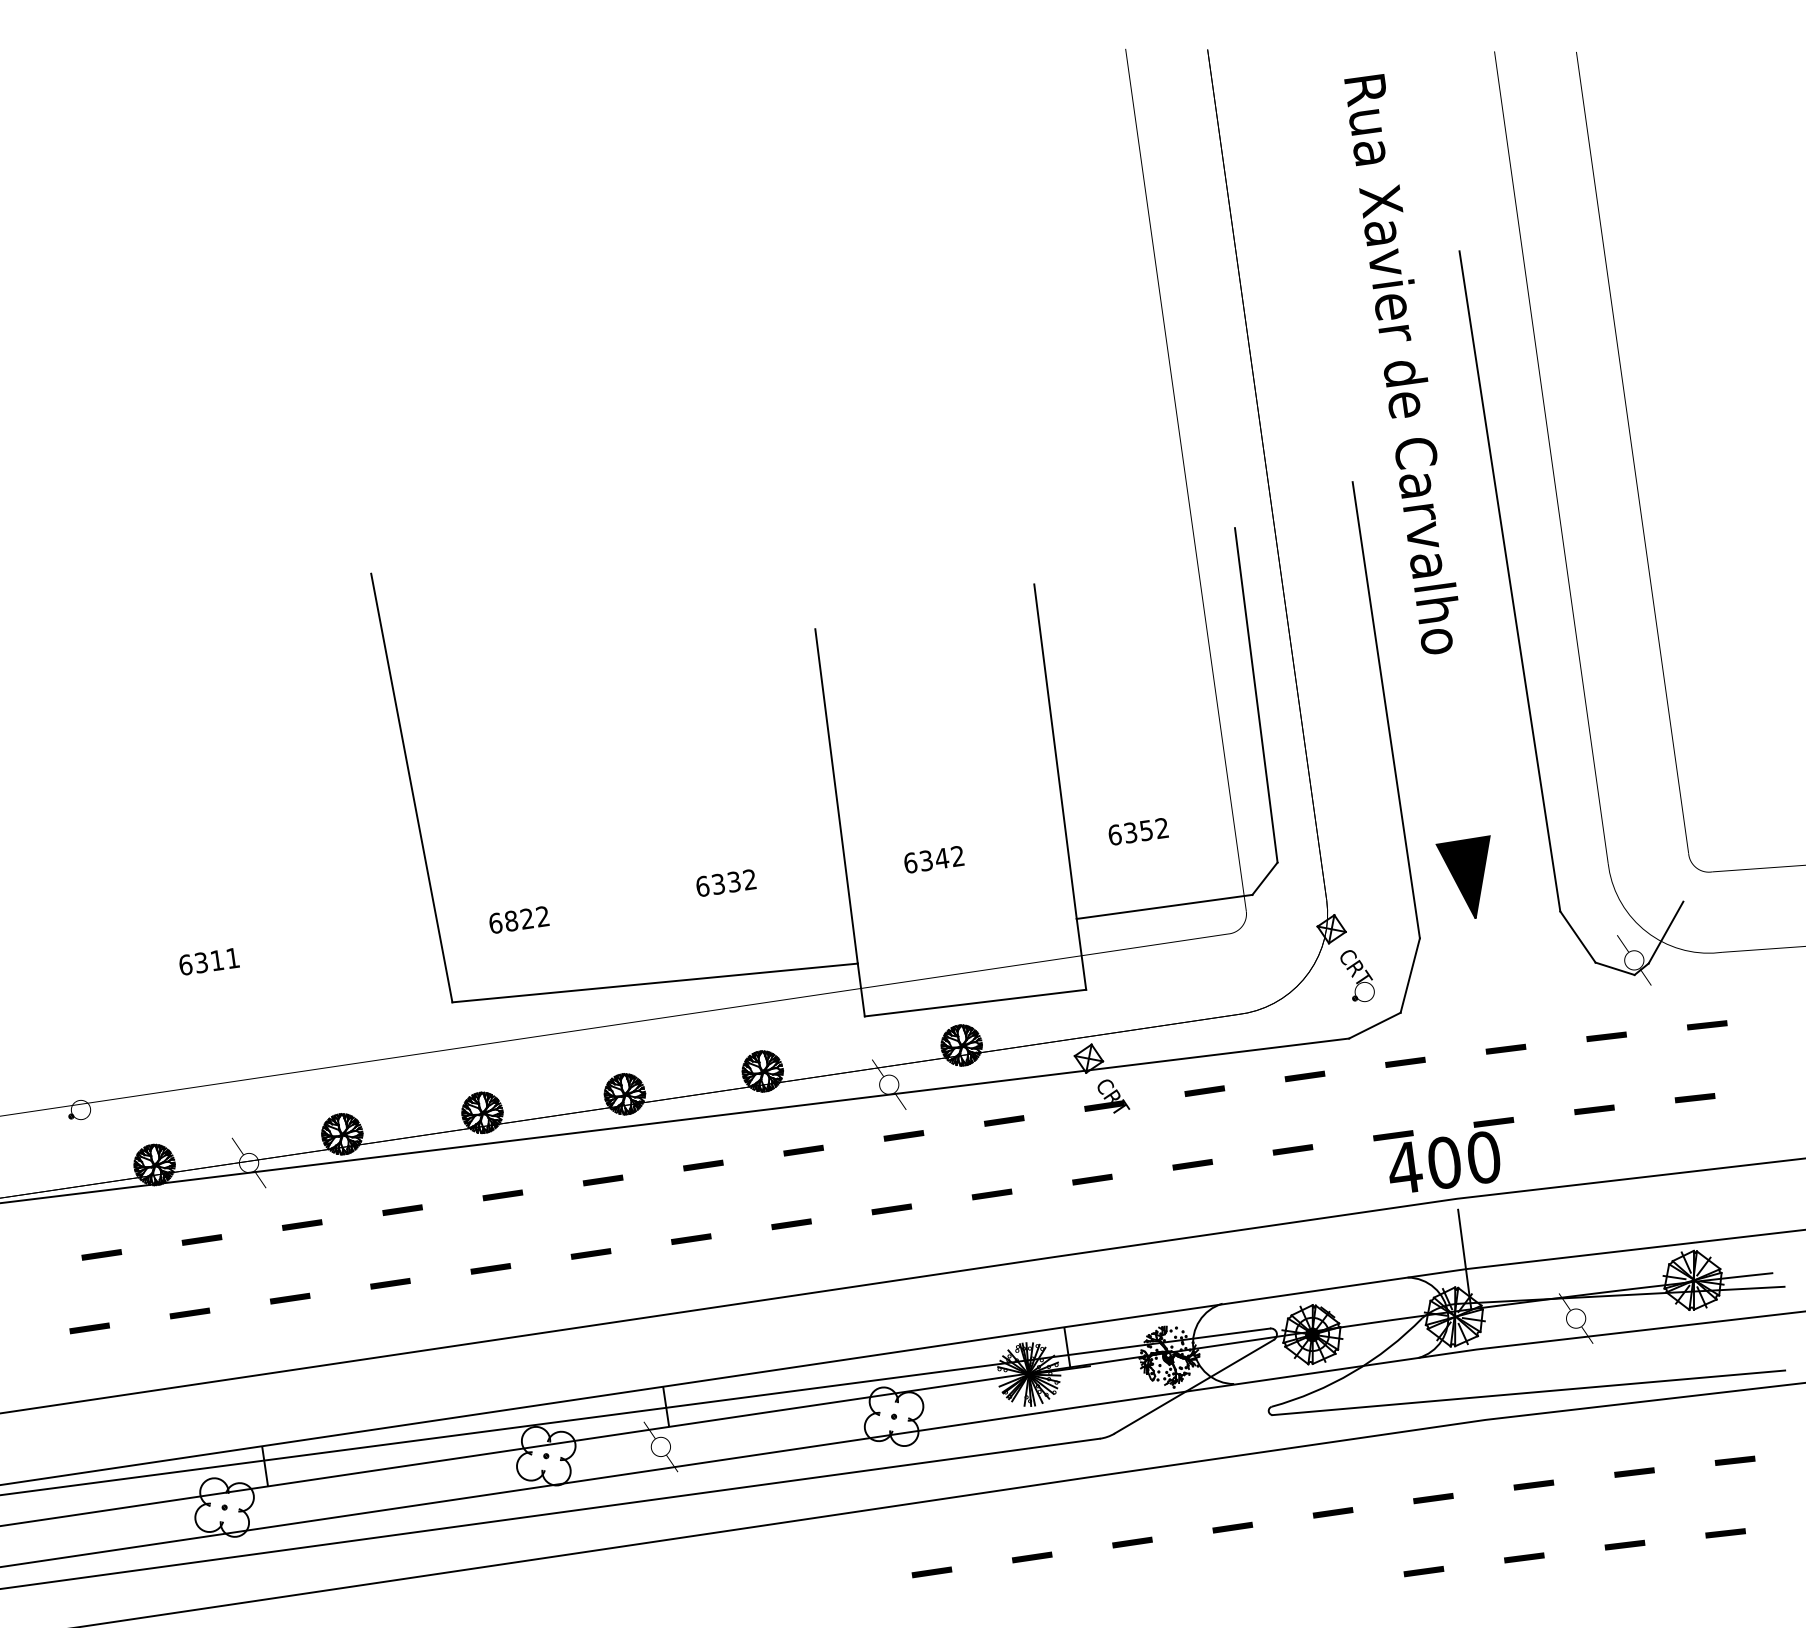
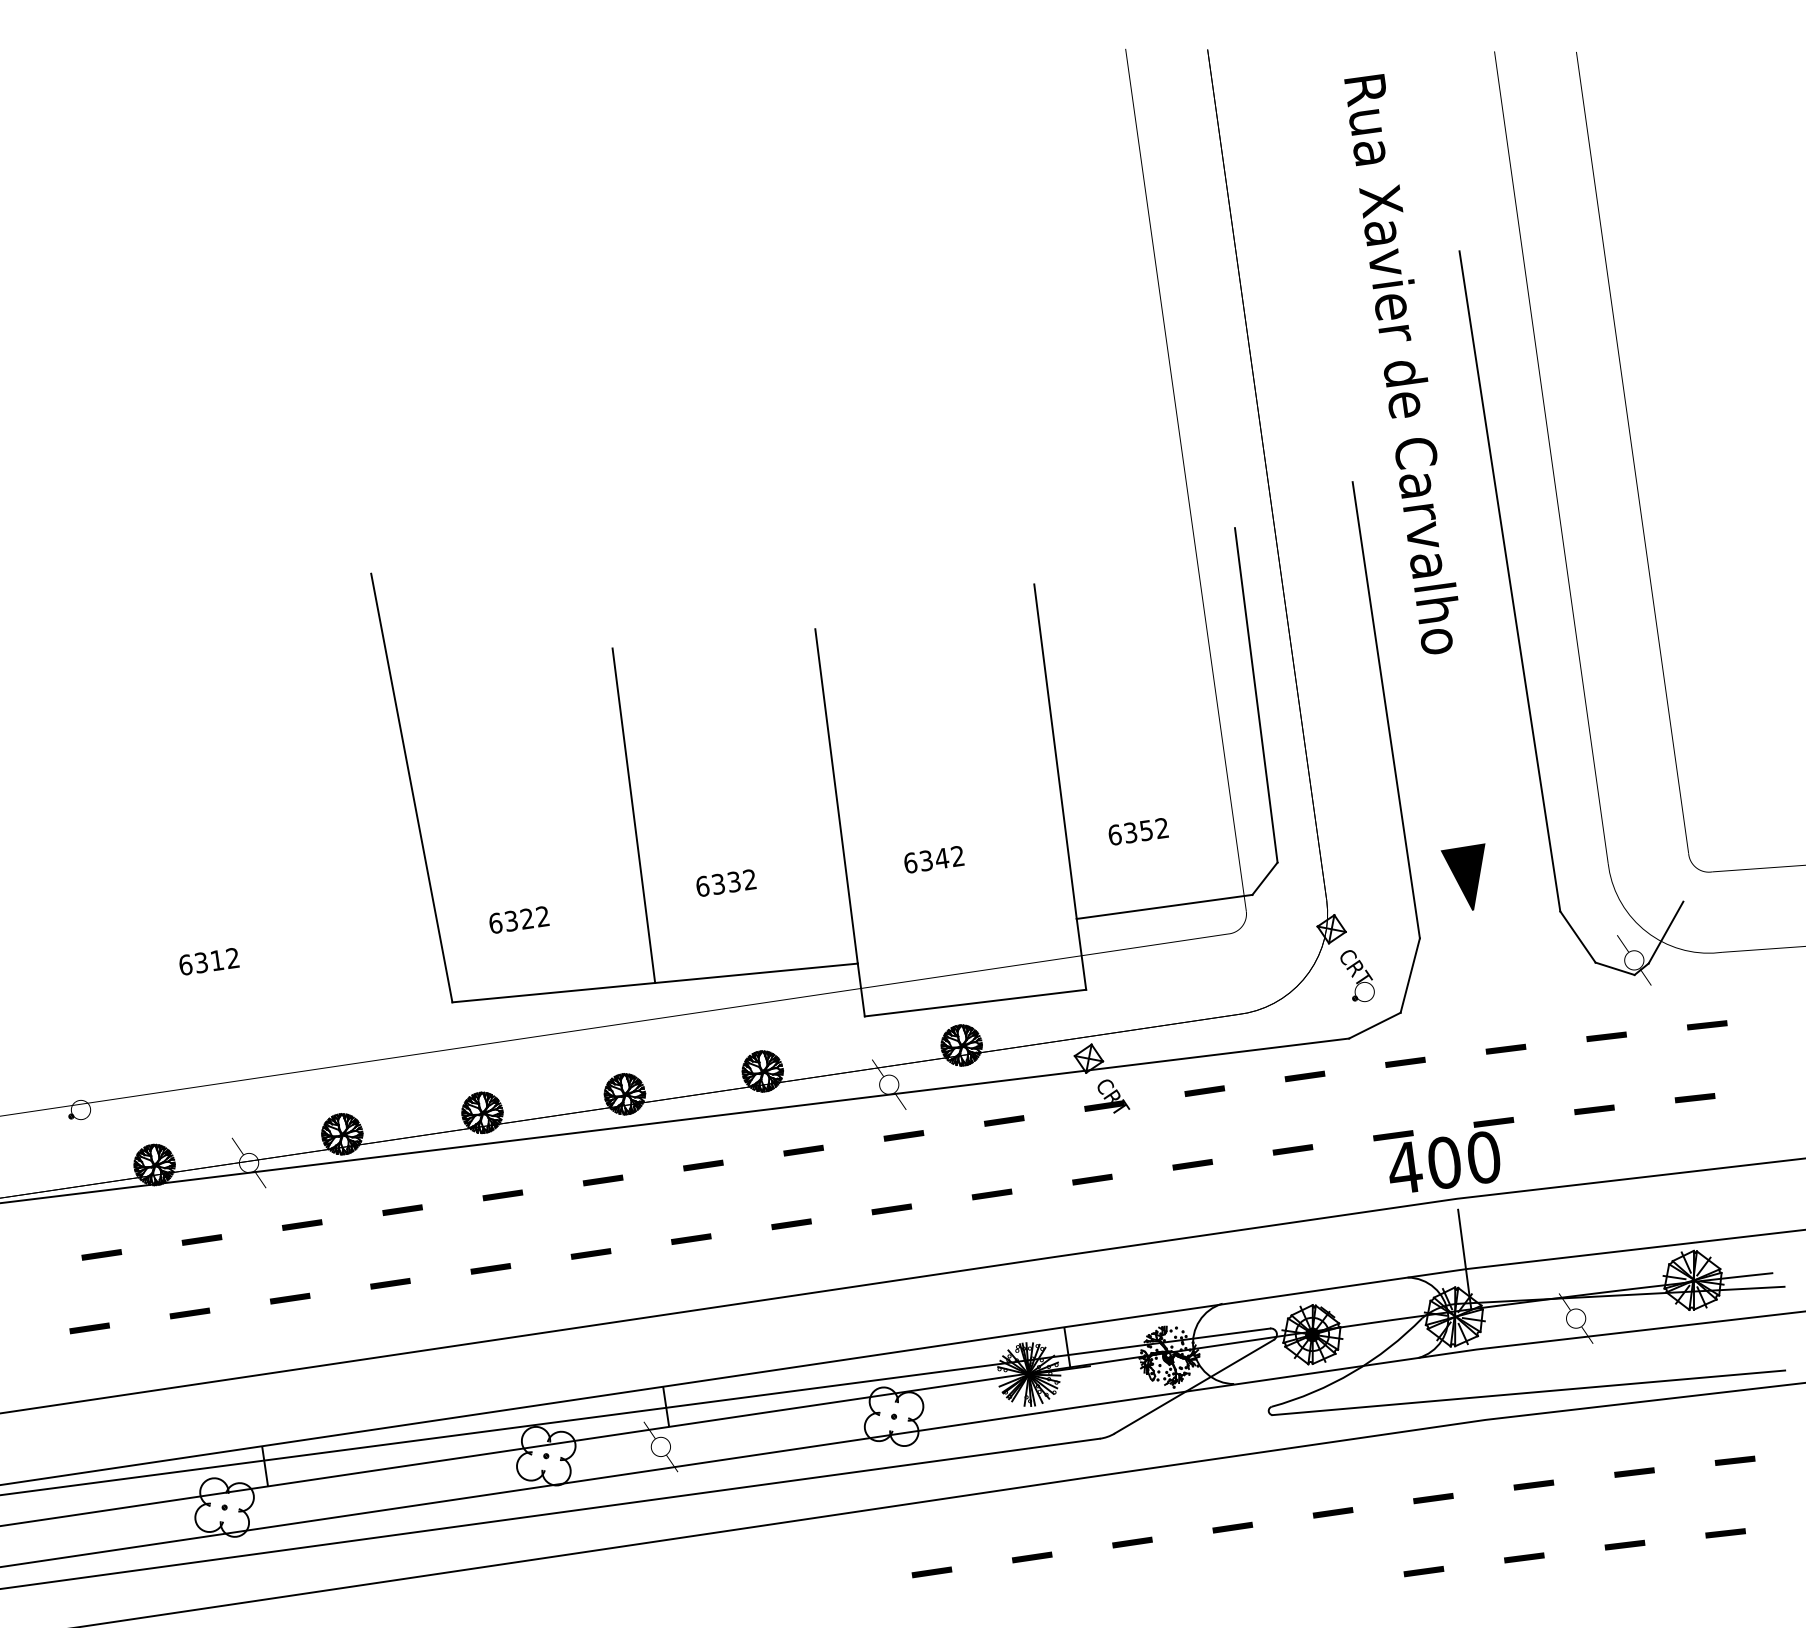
line at (633, 815): none -> present
part at (1462, 876) size: 56x84 px -> 46x68 px
text at (511, 920): 6822 -> 6322
text at (232, 958): 6311 -> 6312
